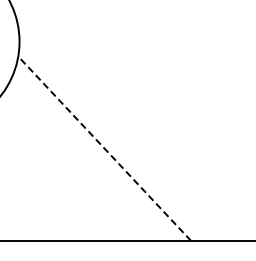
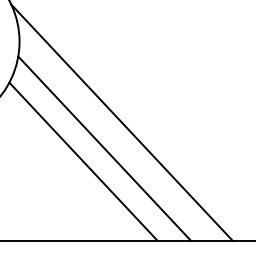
line at (121, 122): none -> present
line at (104, 148): dashed -> solid
line at (83, 161): none -> present
